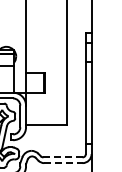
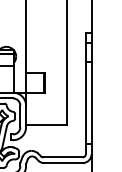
line at (63, 157): dashed -> solid
line at (63, 163): dashed -> solid
